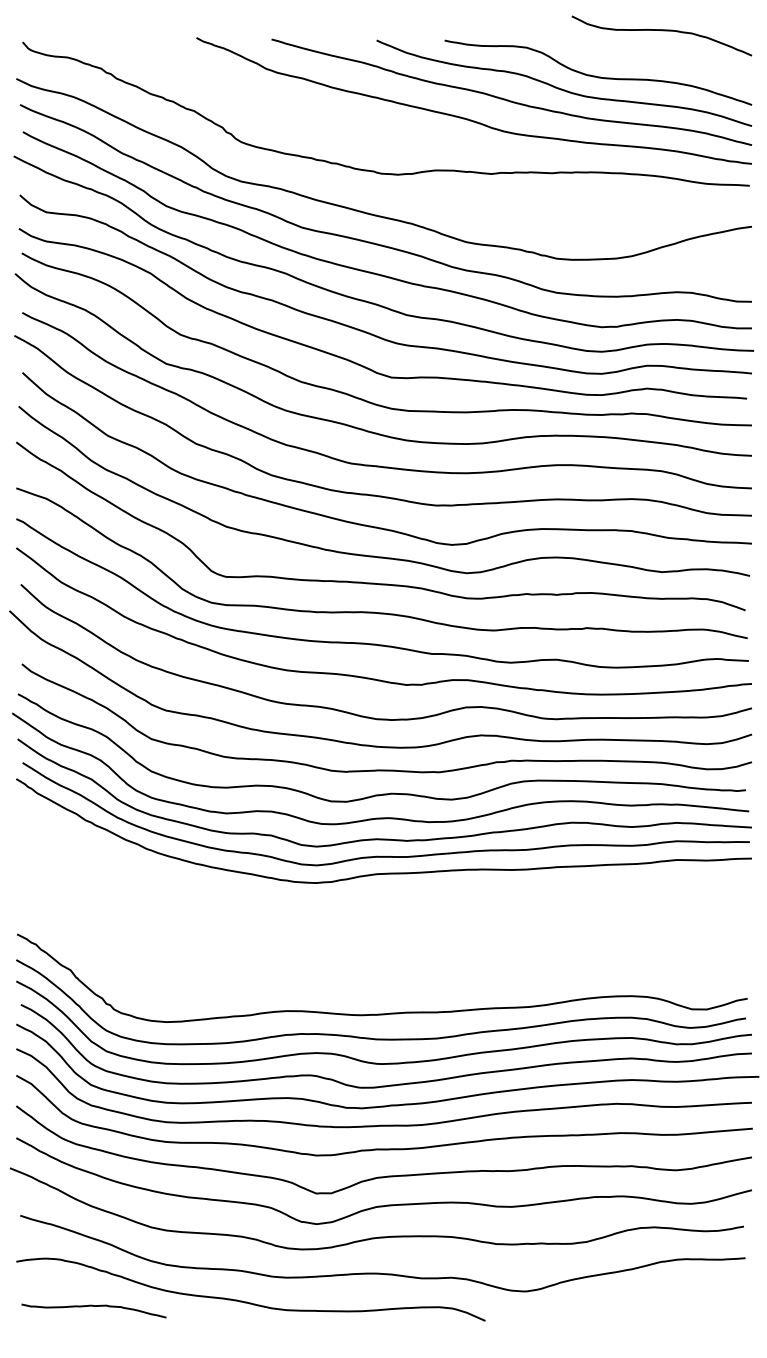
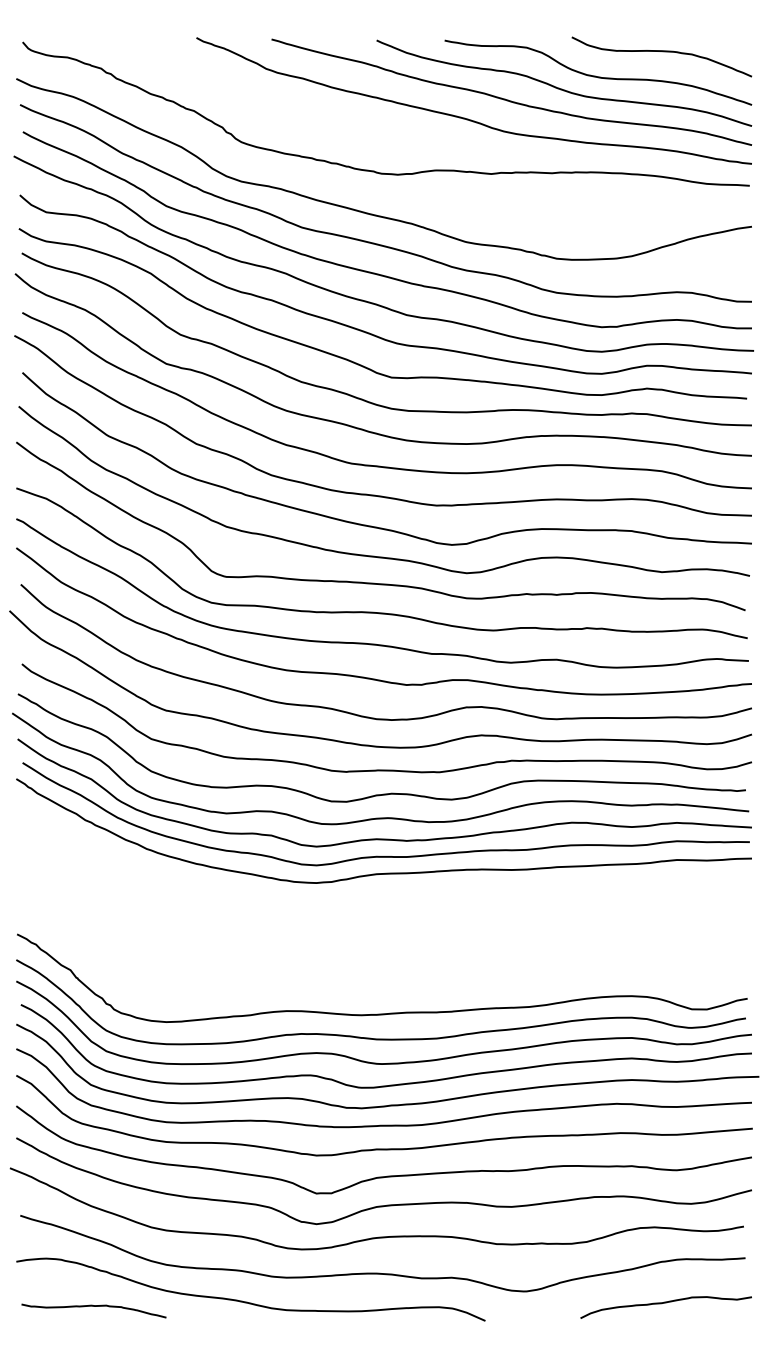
curve at (662, 31) position: (662, 31) -> (662, 52)
curve at (665, 1303): none -> present
